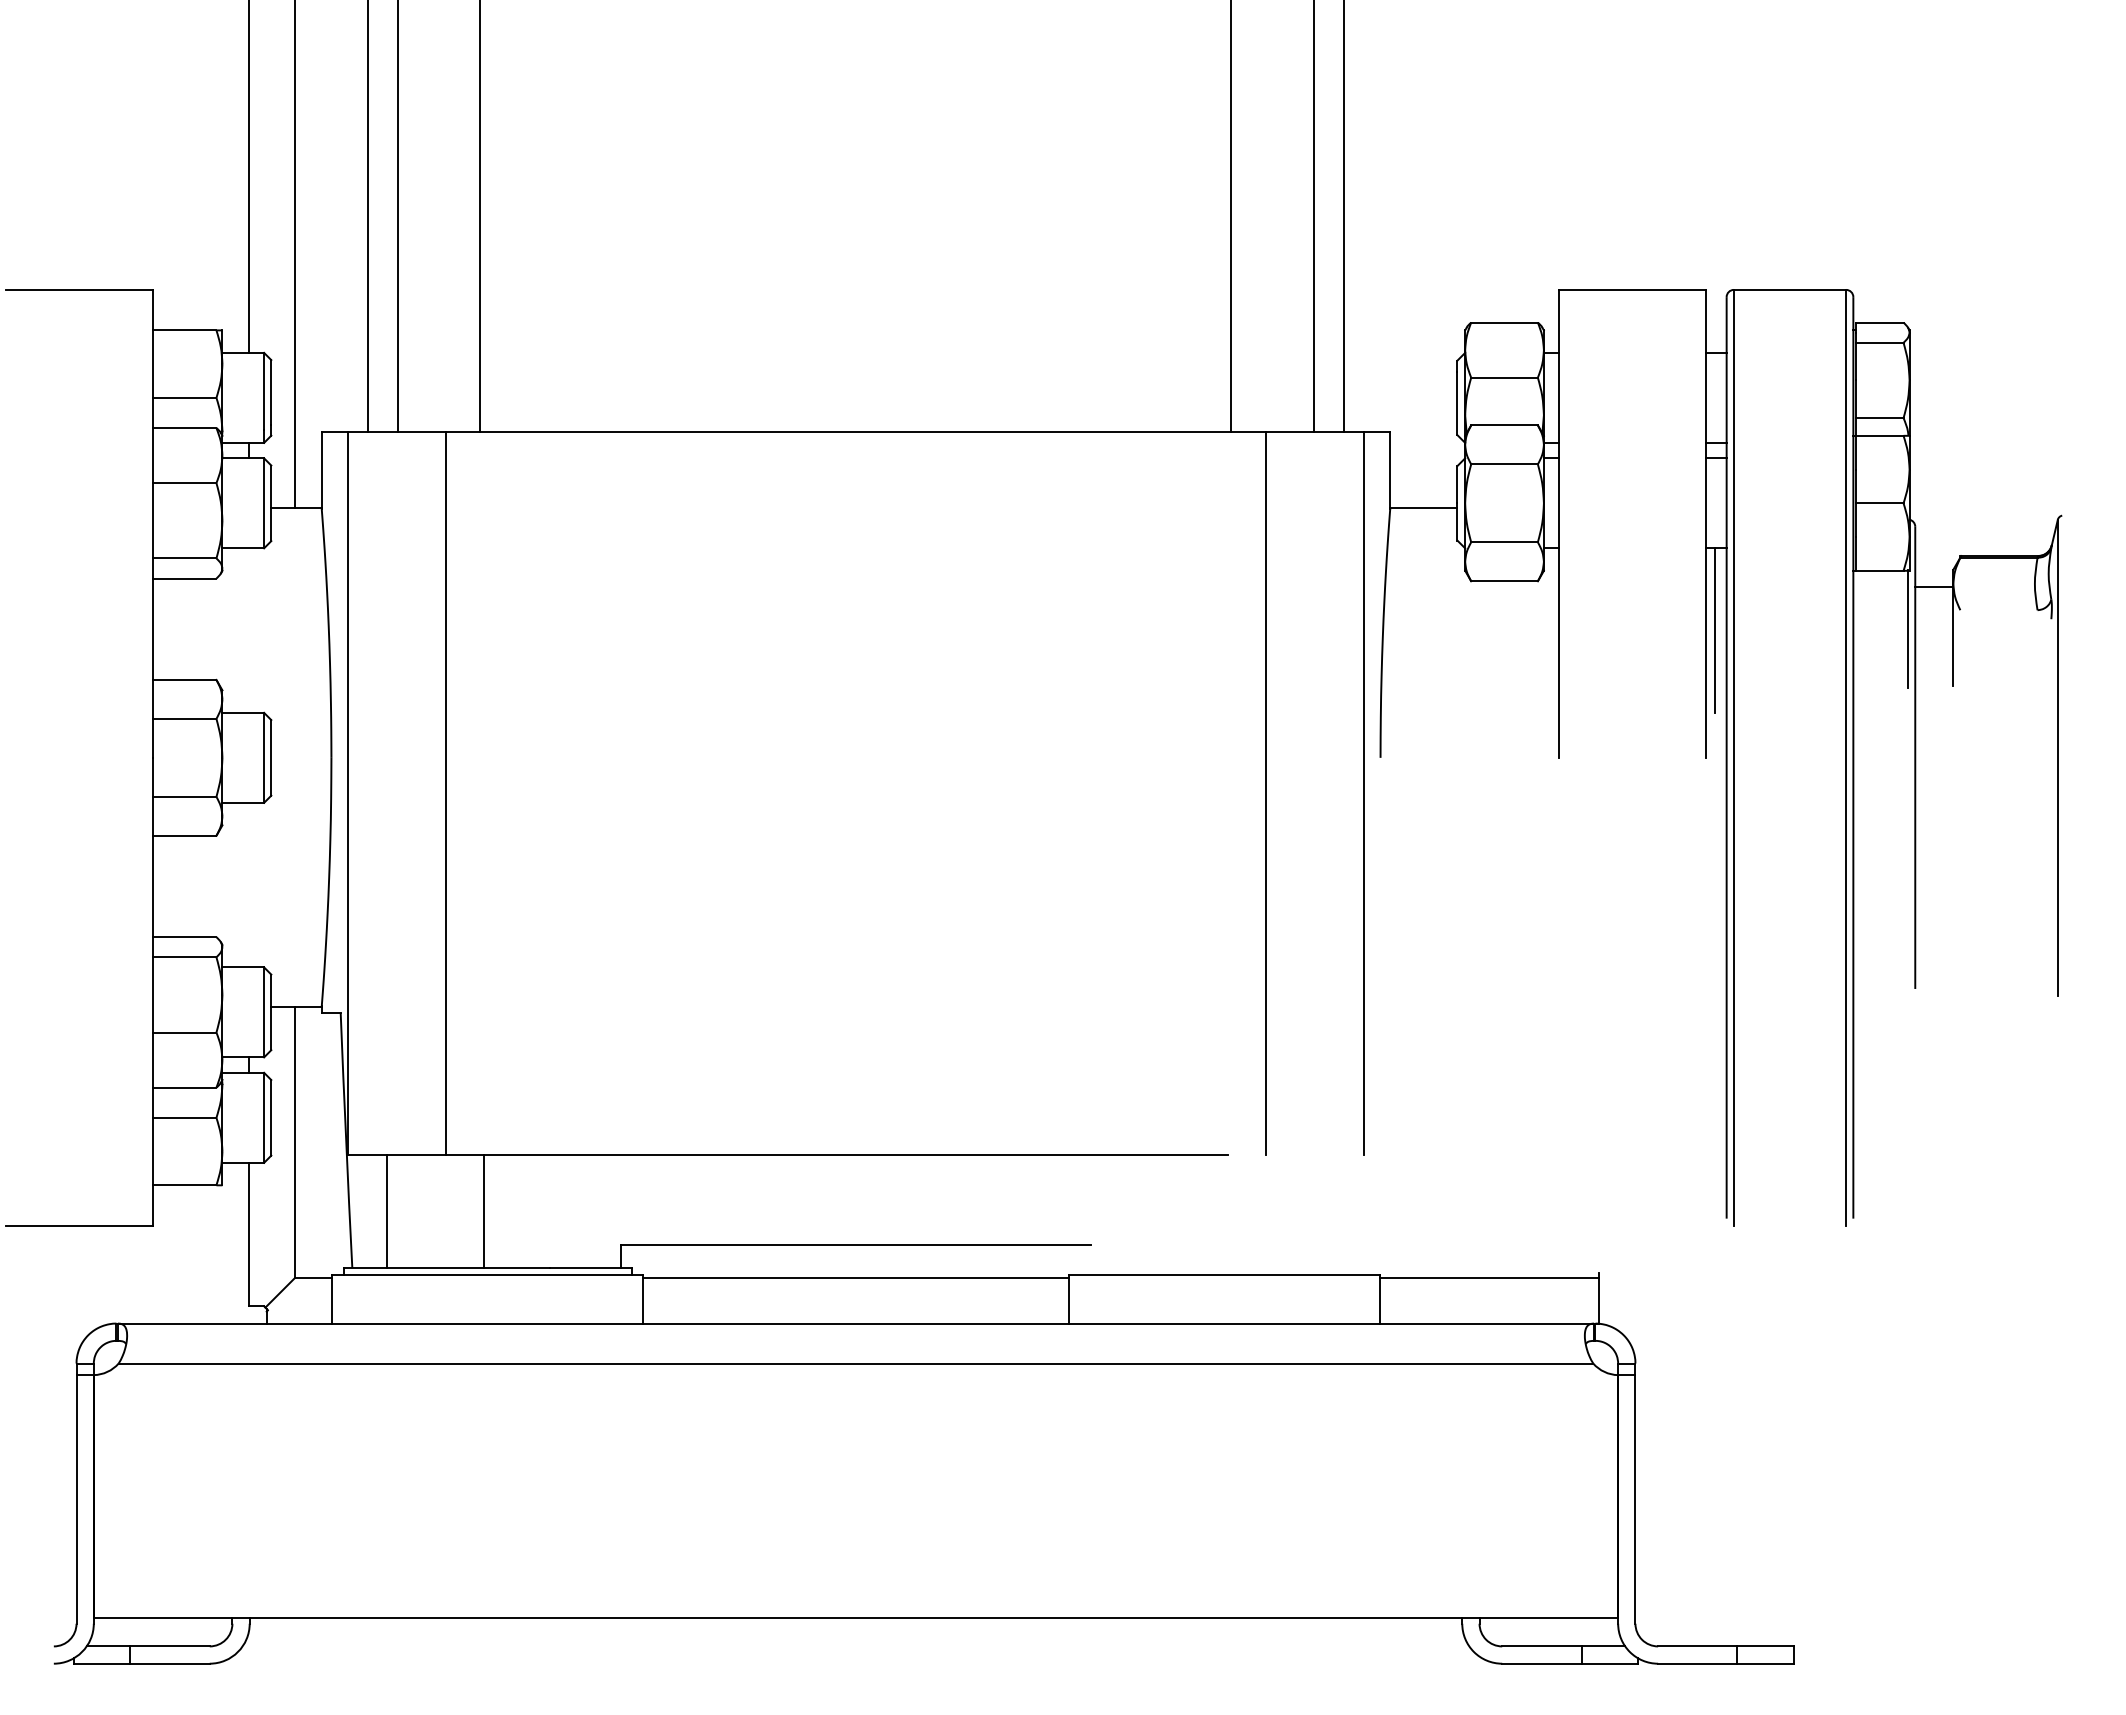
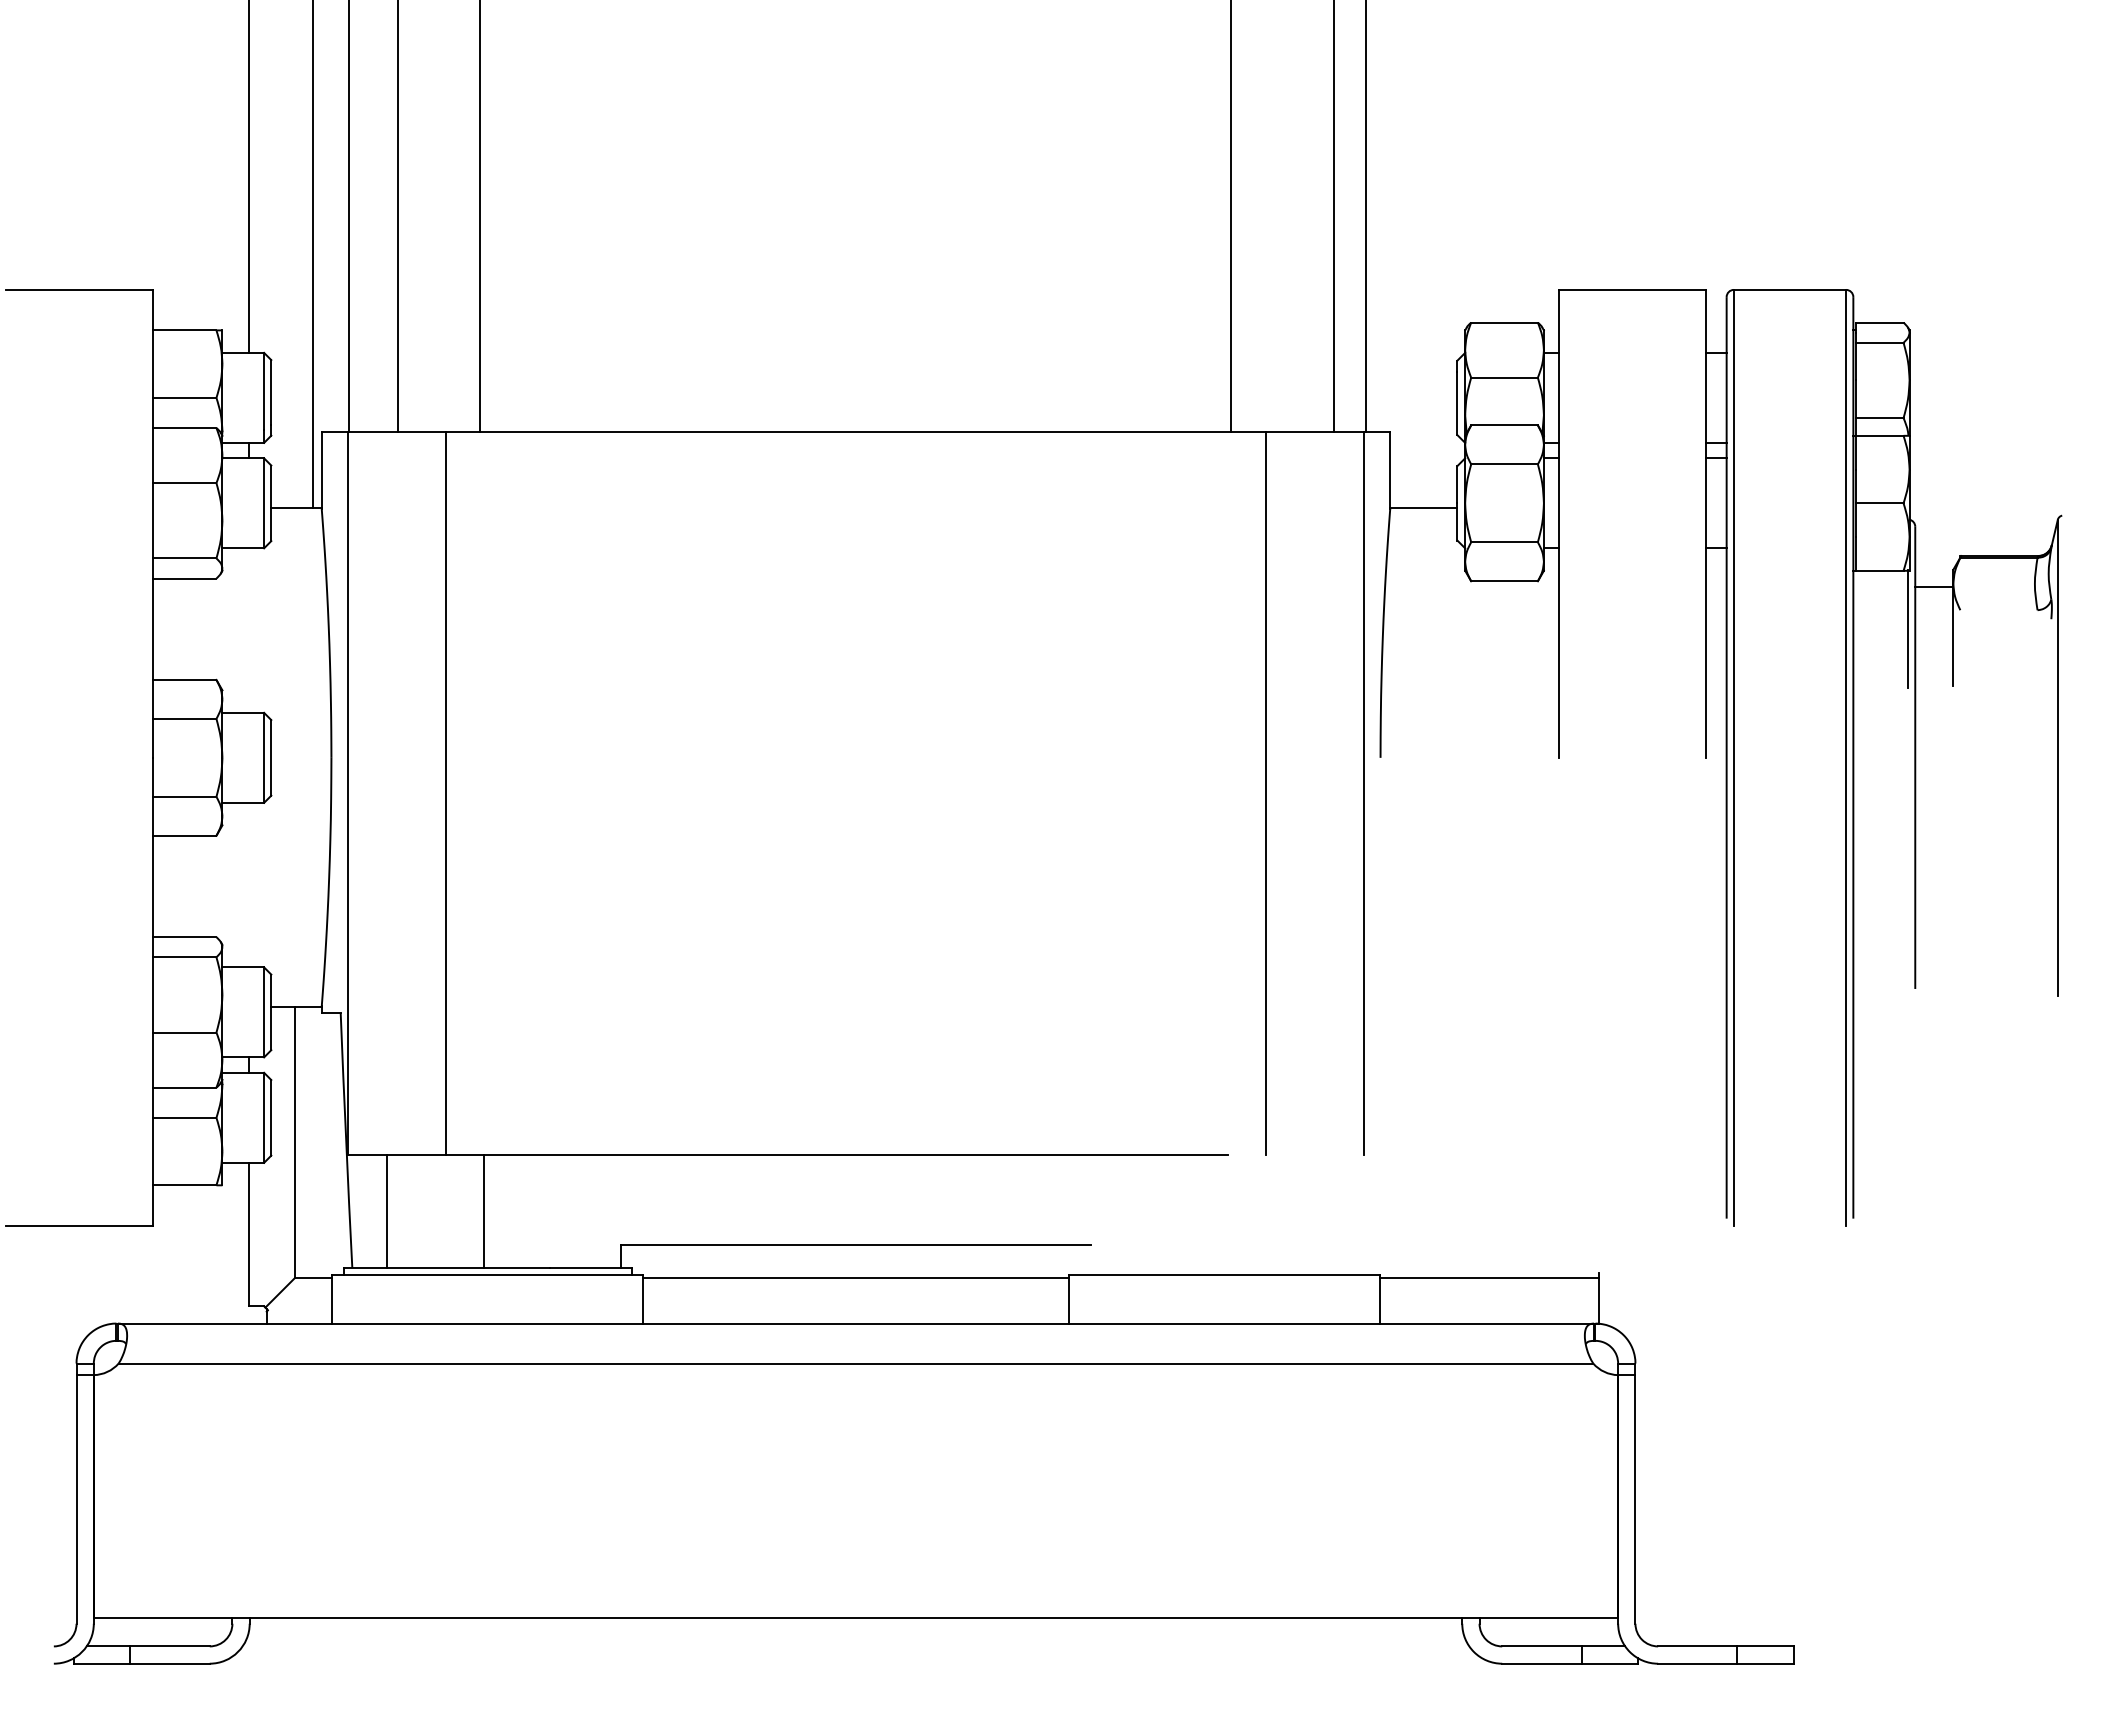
line at (368, 216) position: (368, 216) -> (349, 216)
line at (1314, 216) position: (1314, 216) -> (1334, 216)
line at (1343, 216) position: (1343, 216) -> (1365, 216)
line at (294, 255) position: (294, 255) -> (312, 255)
line at (1715, 630): present -> none
